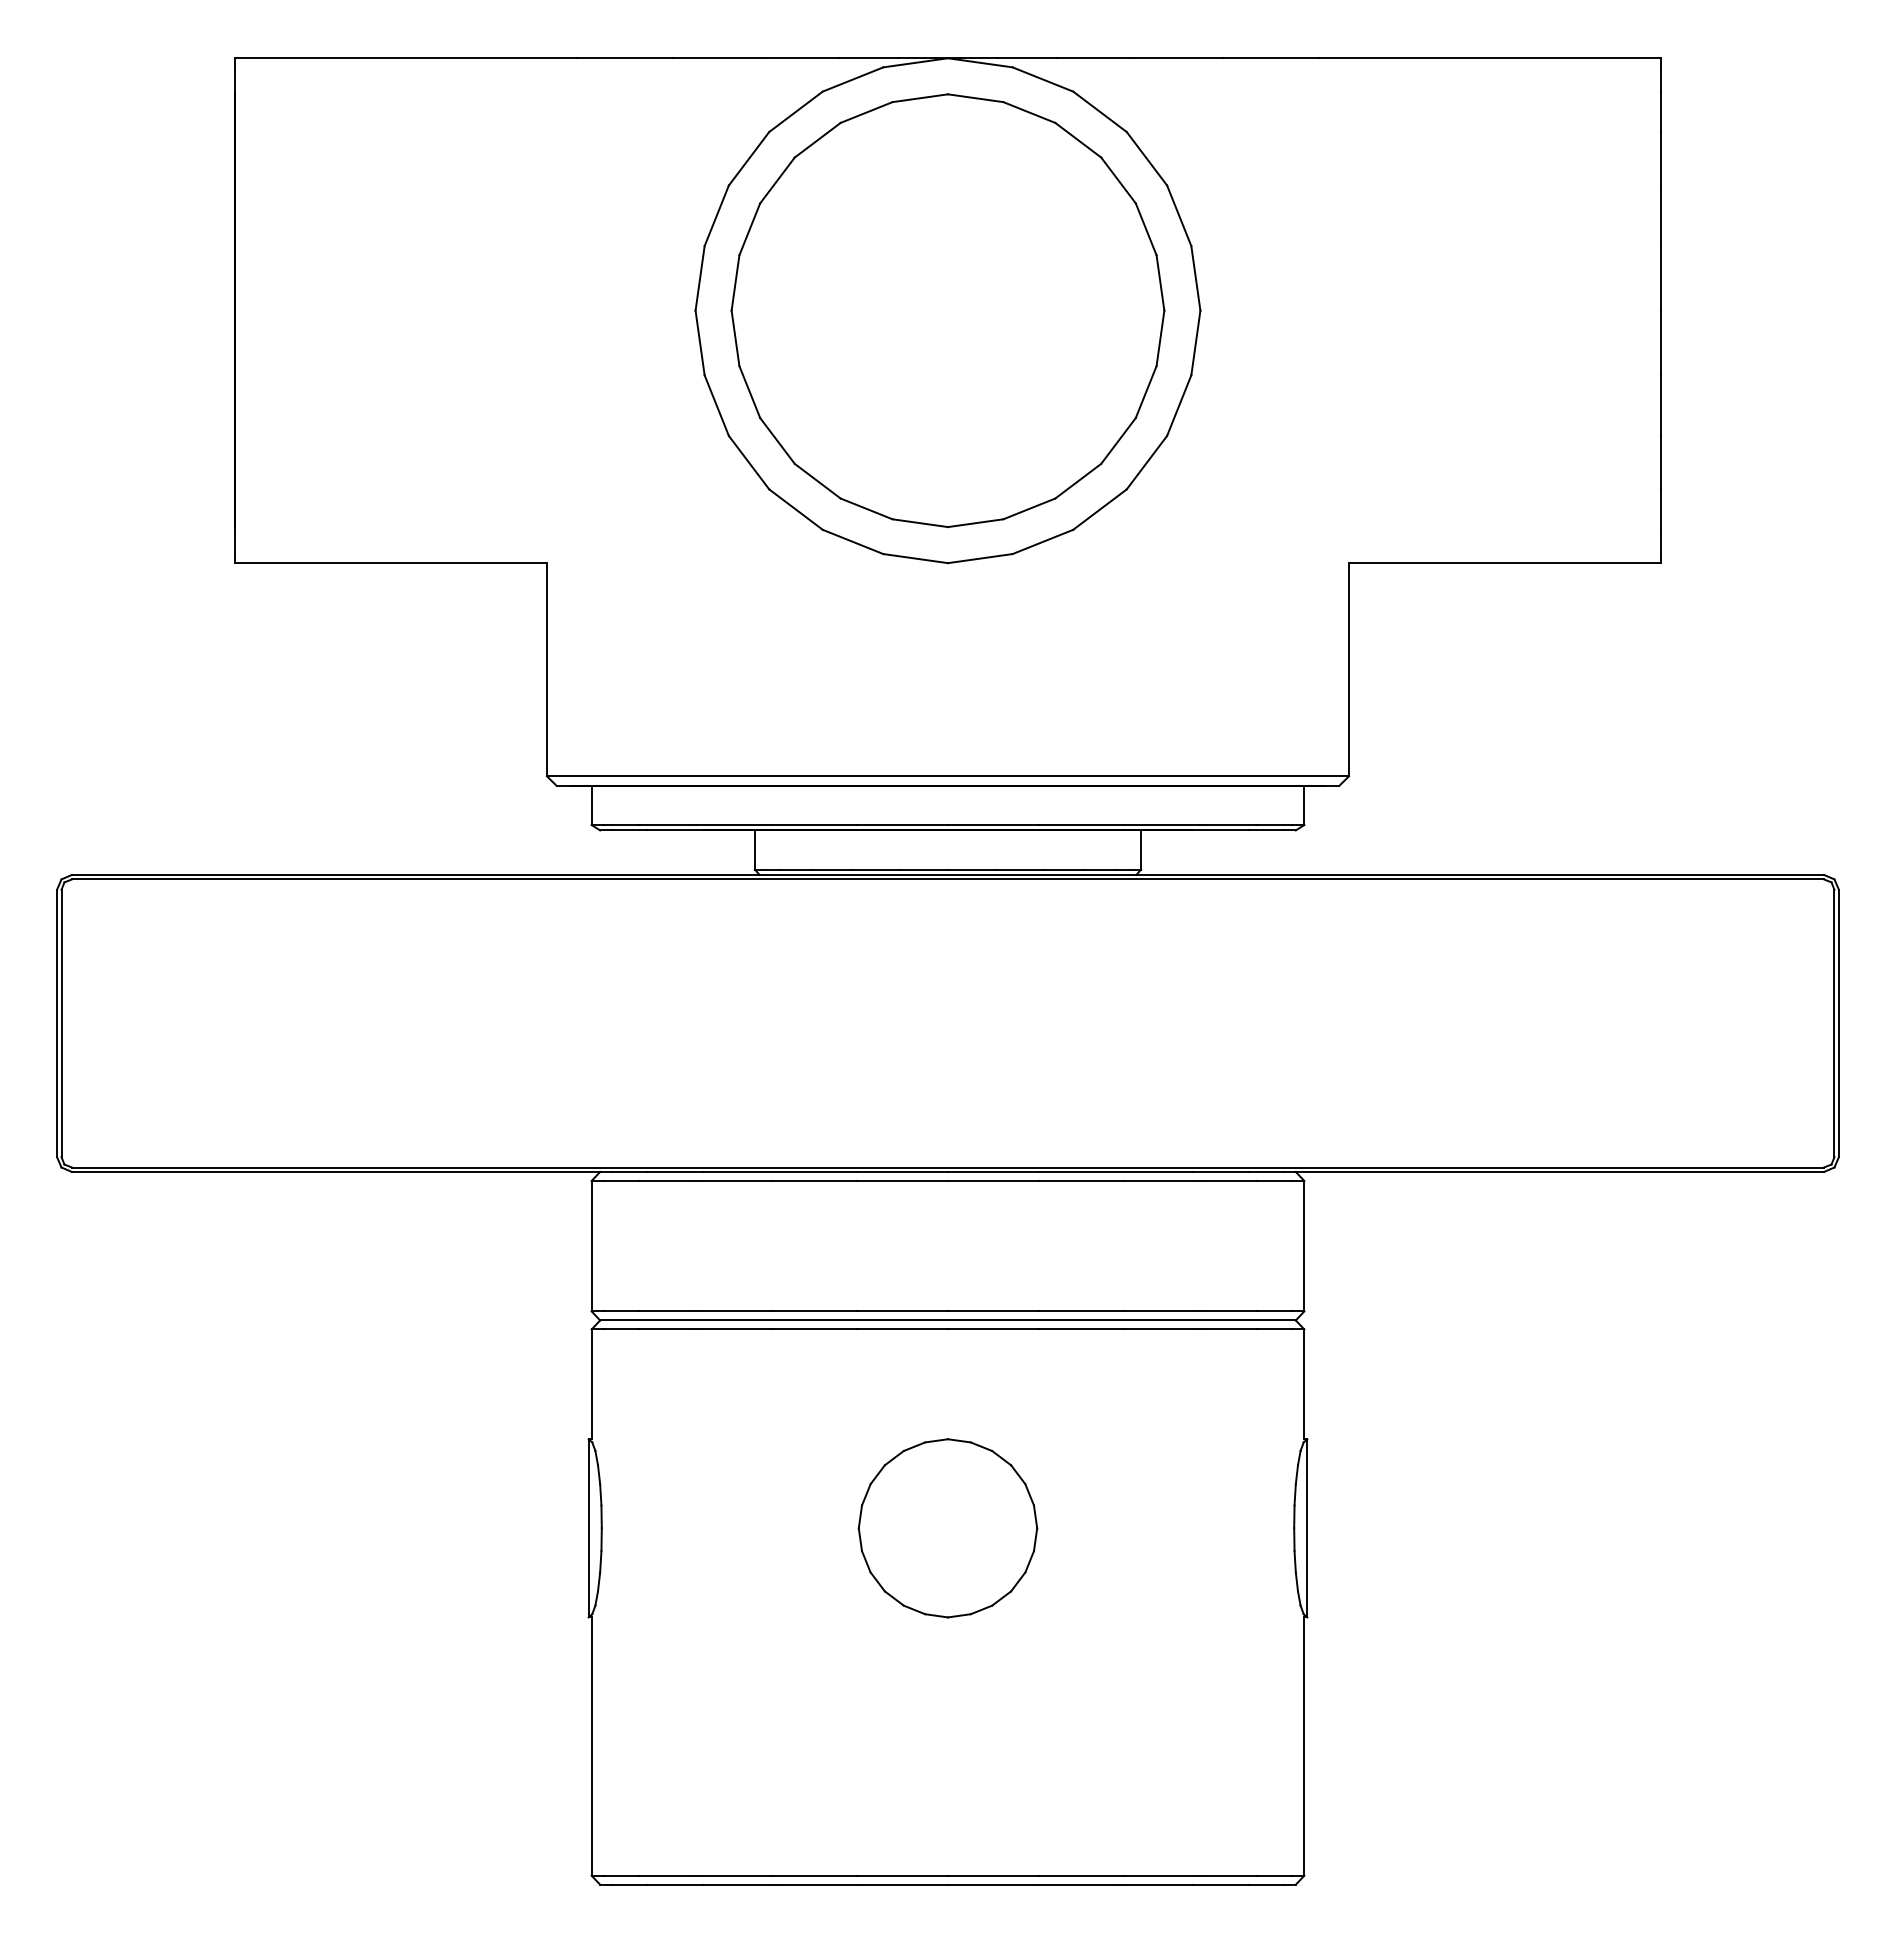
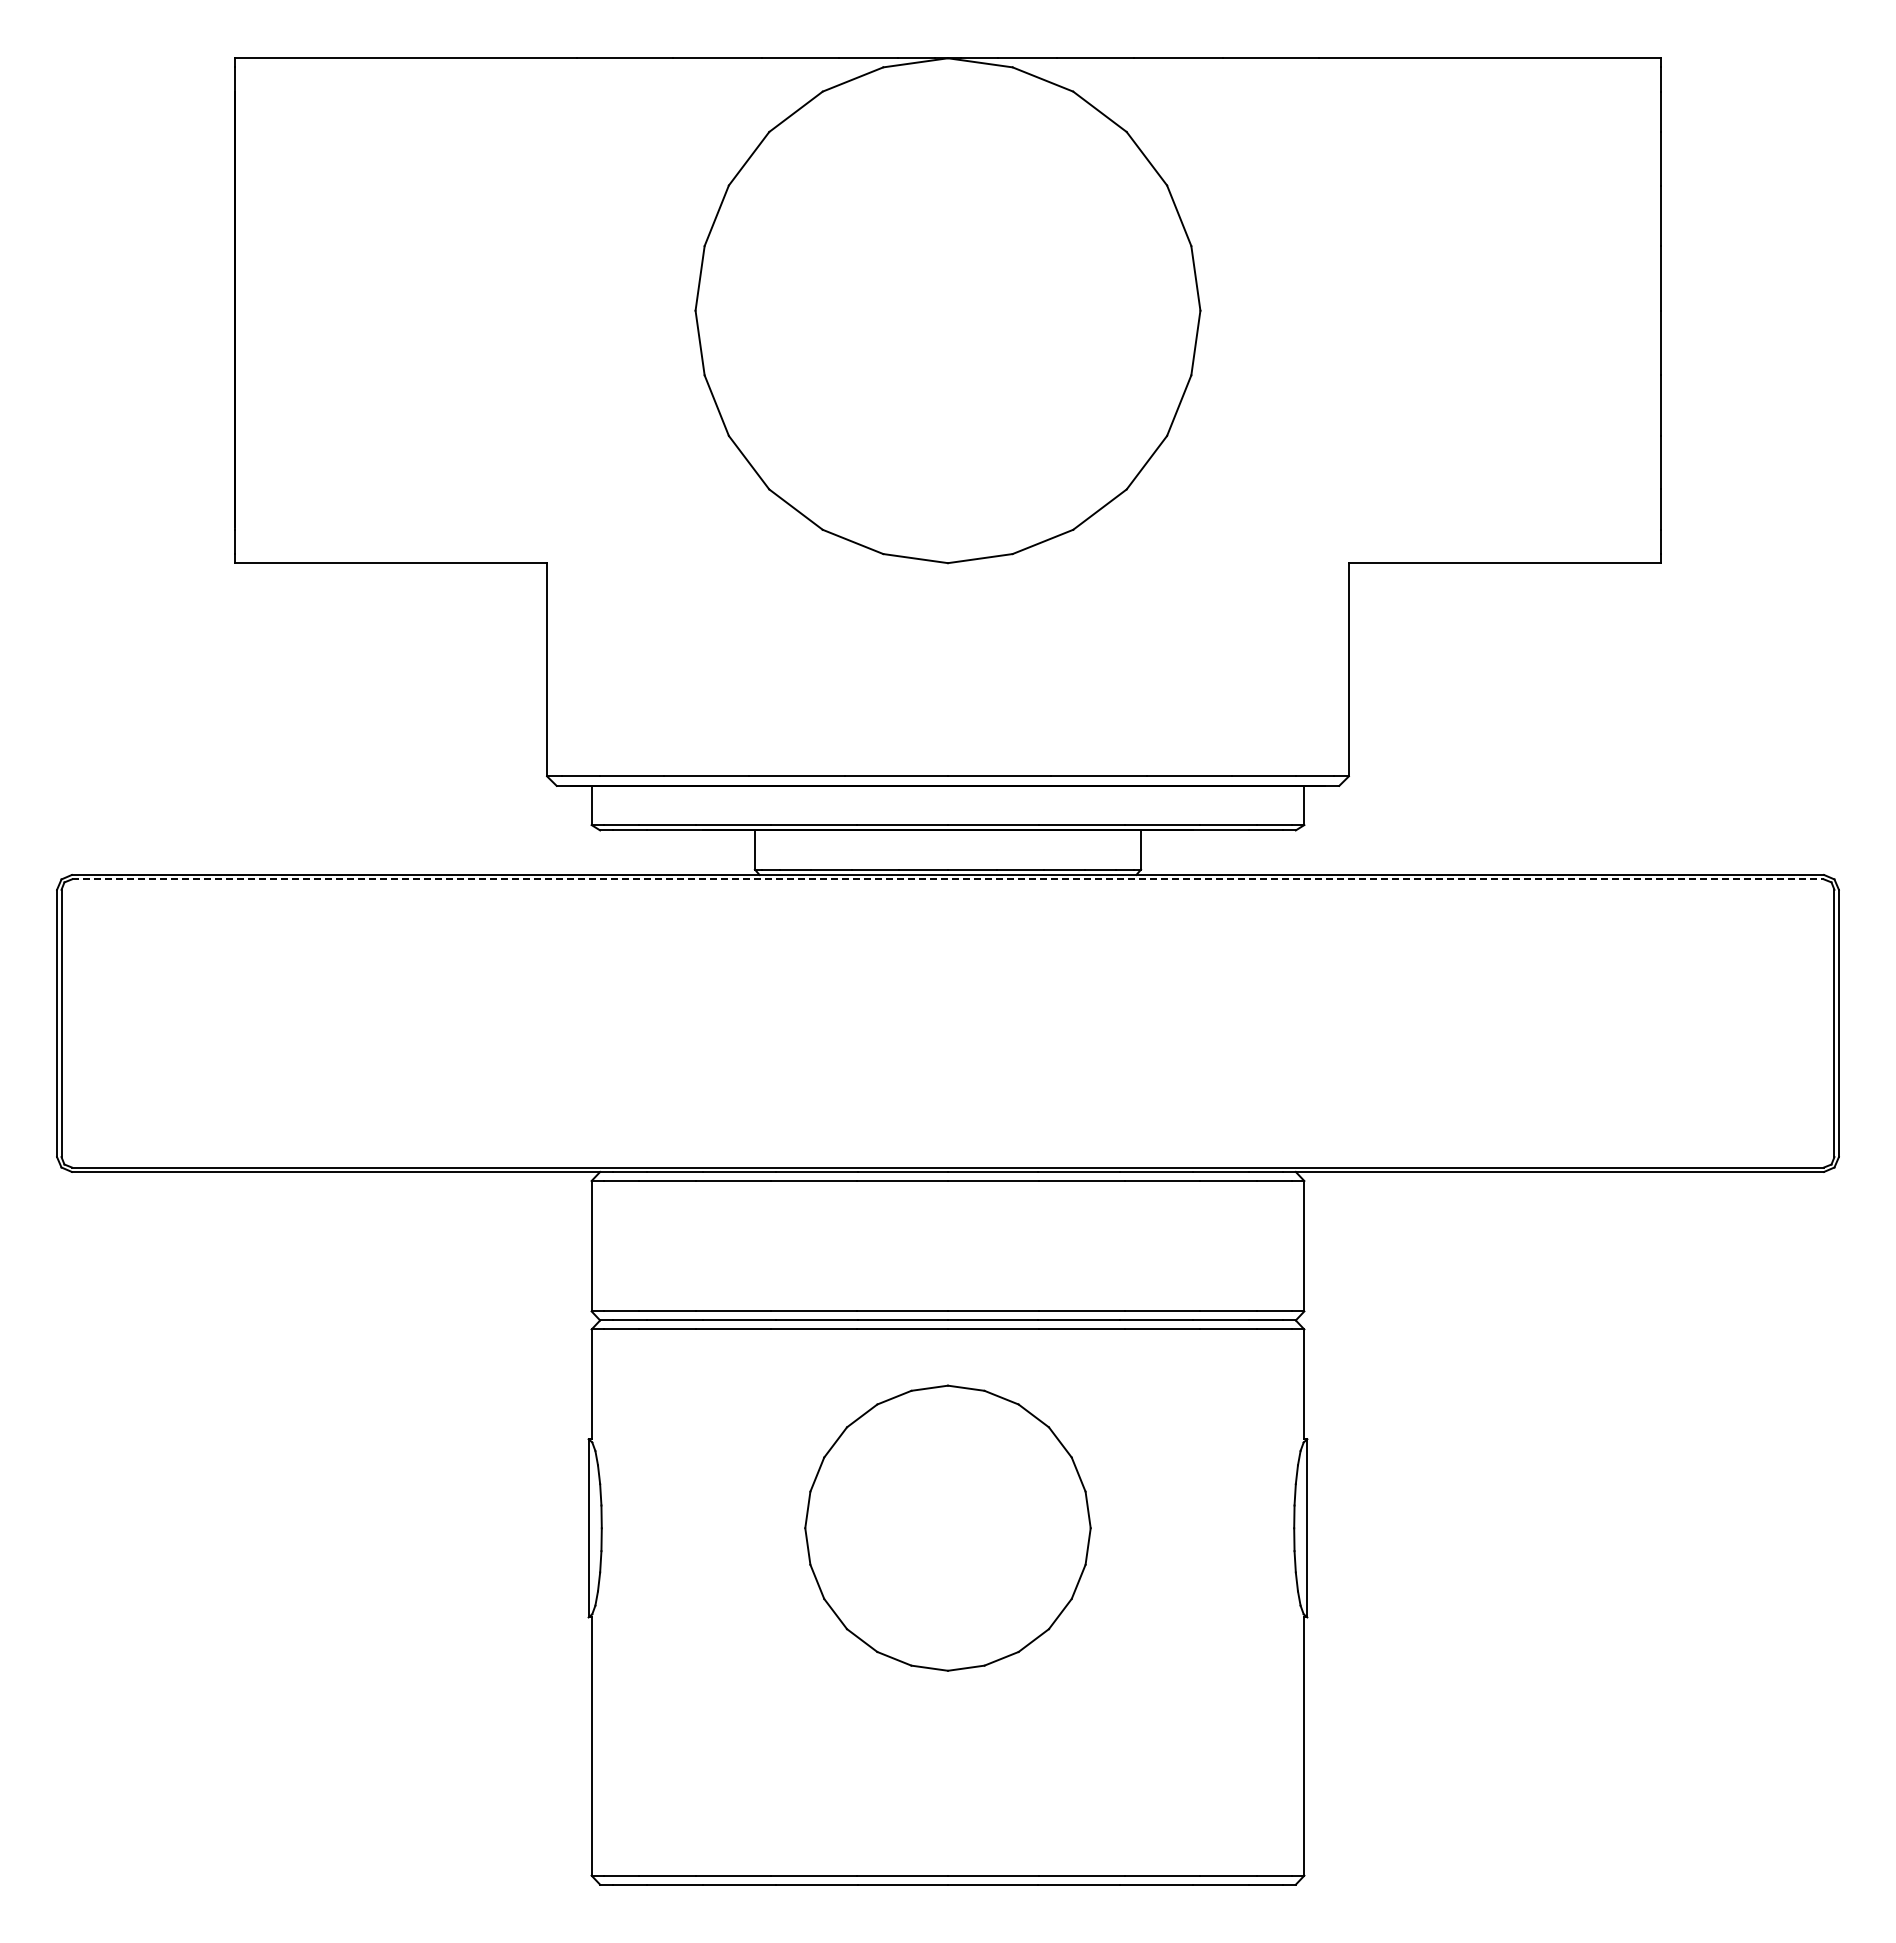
part at (947, 310): present -> none
line at (948, 879): solid -> dashed
part at (947, 1528) size: 182x181 px -> 288x288 px
